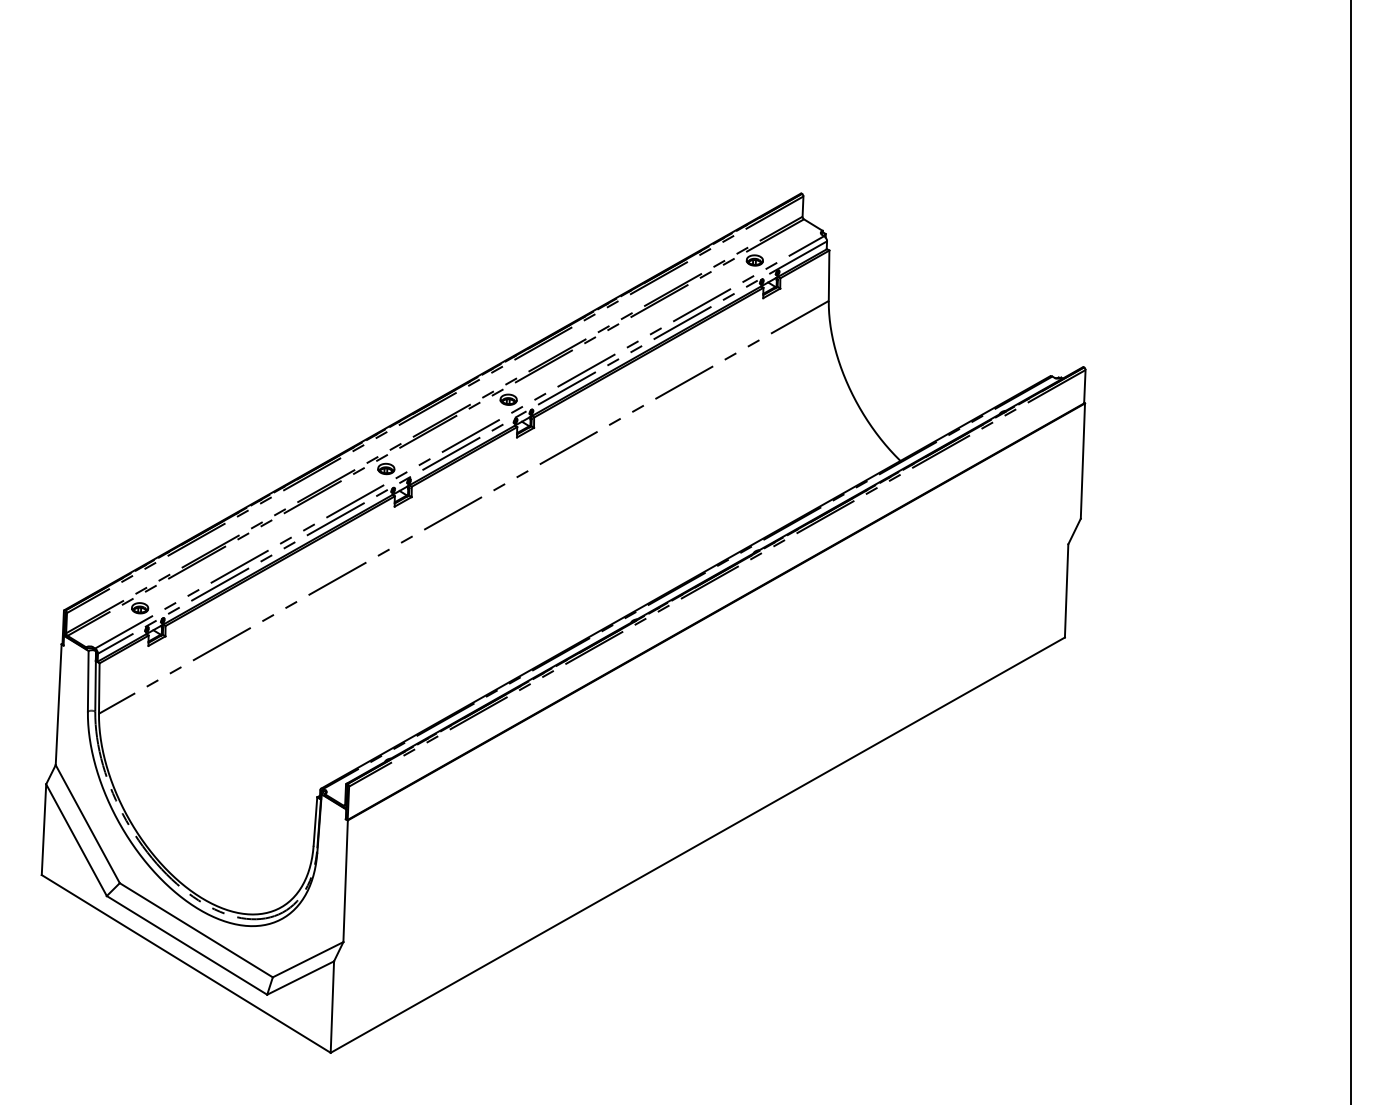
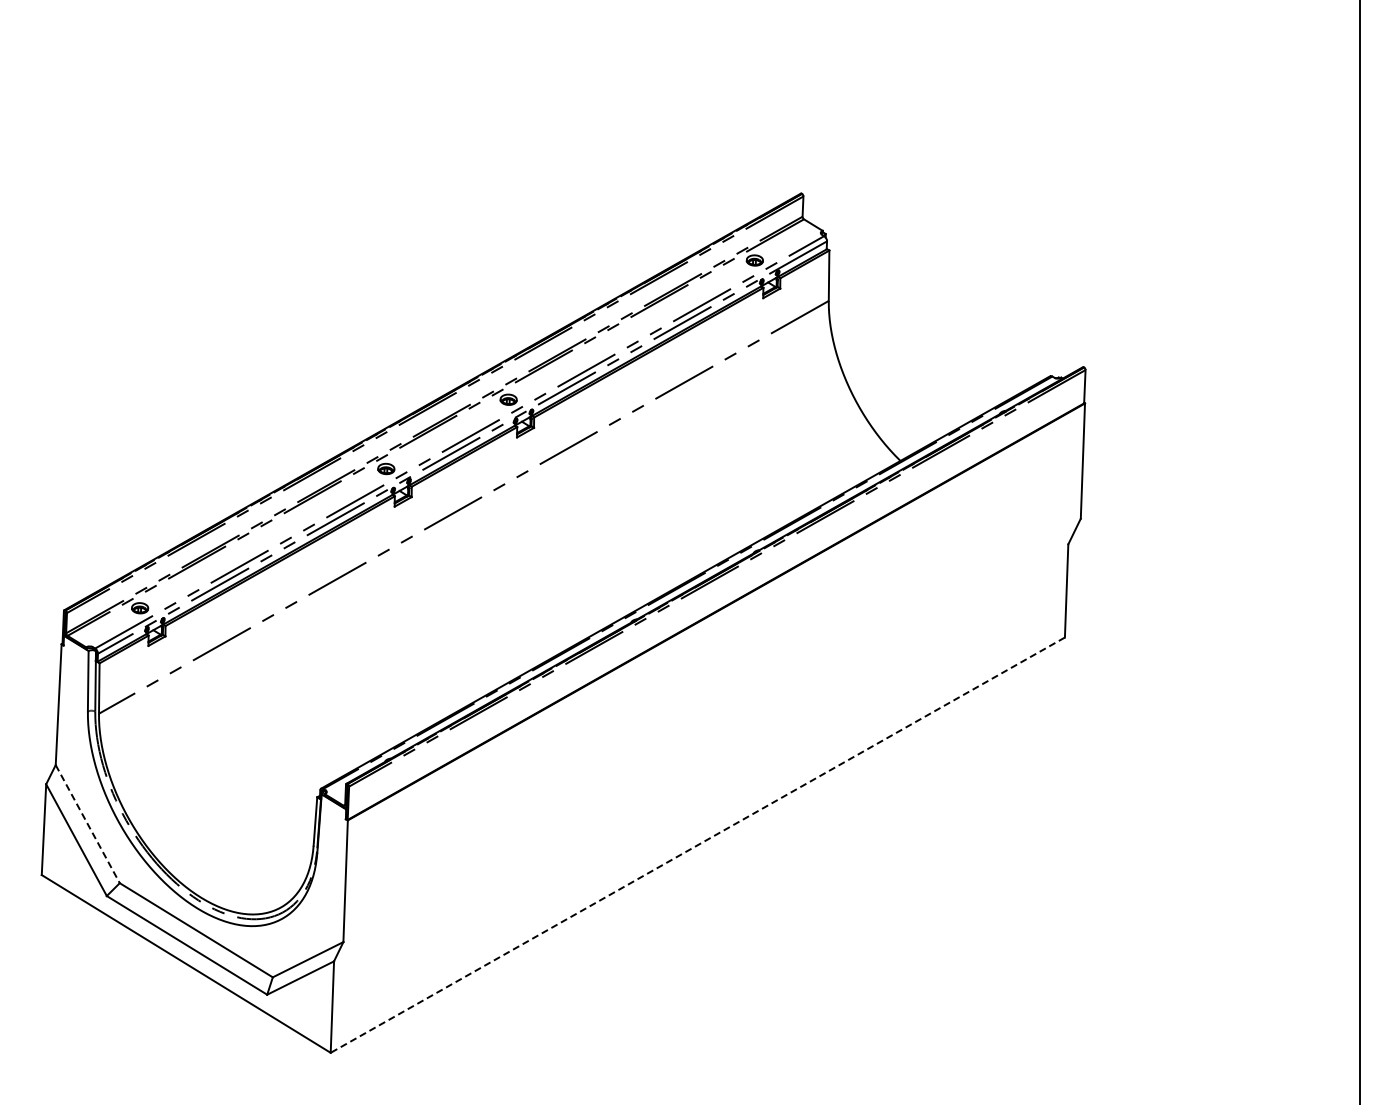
line at (1351, 551) position: (1351, 551) -> (1360, 551)
line at (88, 824): solid -> dashed
line at (697, 845): solid -> dashed
